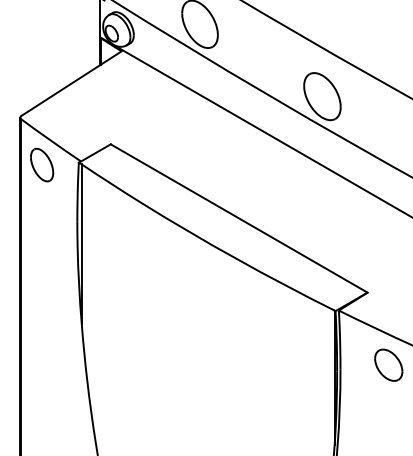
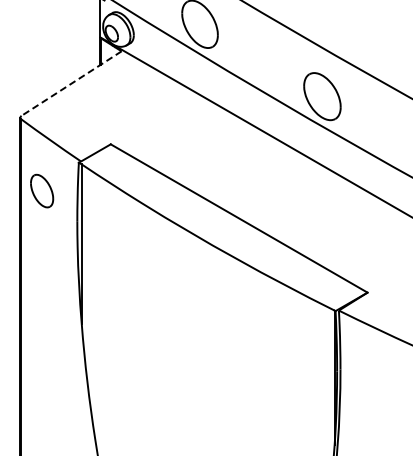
line at (71, 83): solid -> dashed
part at (42, 164) position: (42, 164) -> (42, 190)
part at (388, 364): present -> none
